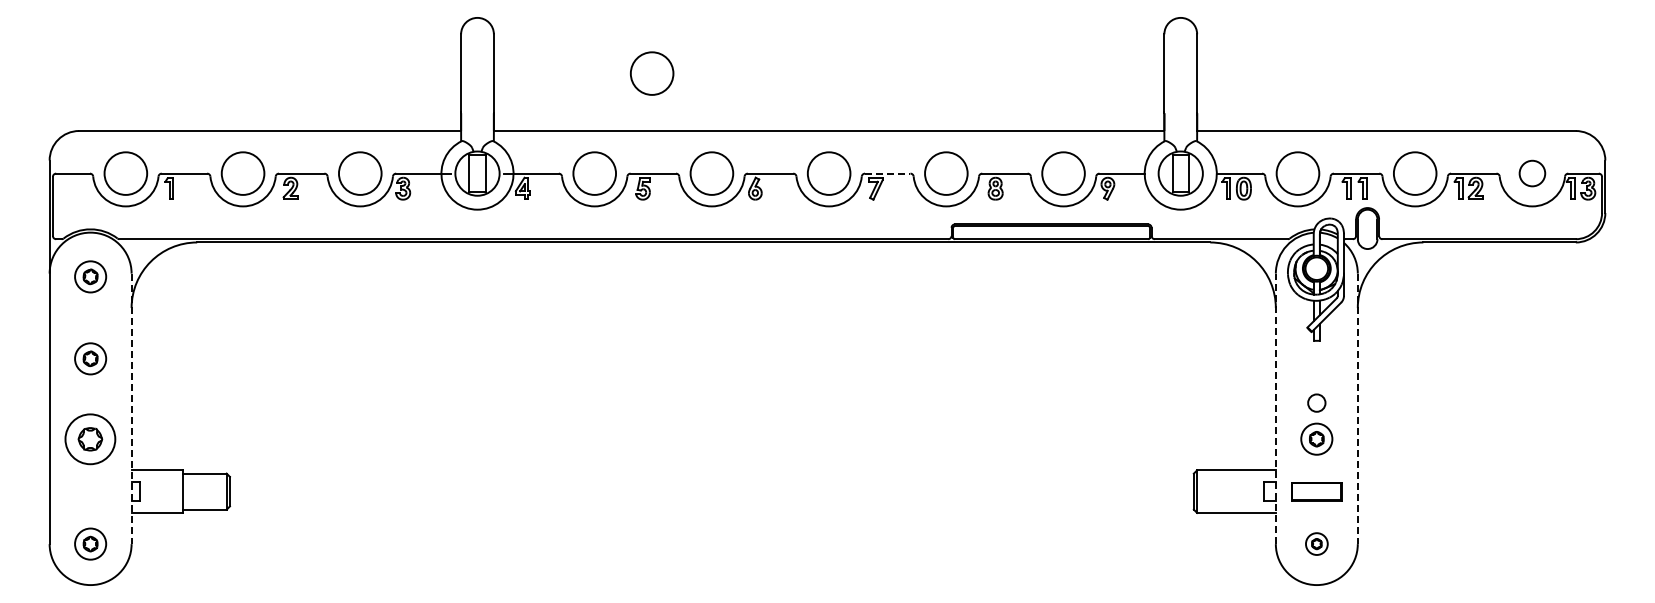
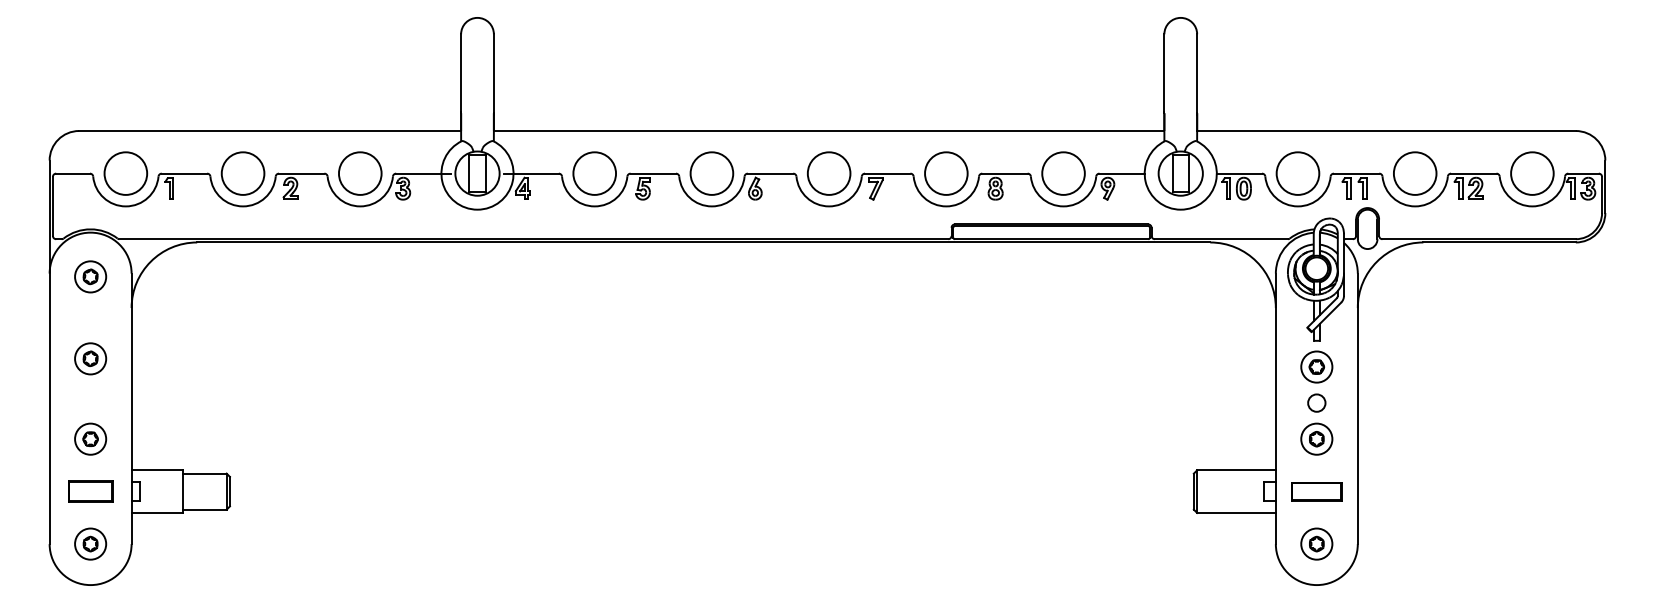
circle at (652, 73): present -> none
line at (887, 173): dashed -> solid
circle at (1532, 173) size: 29x29 px -> 45x45 px
part at (1316, 366): none -> present
line at (1275, 408): dashed -> solid
line at (131, 409): dashed -> solid
line at (1357, 409): dashed -> solid
part at (90, 439) size: 53x53 px -> 34x34 px
part at (90, 491): none -> present
part at (1316, 543) size: 24x24 px -> 34x34 px
